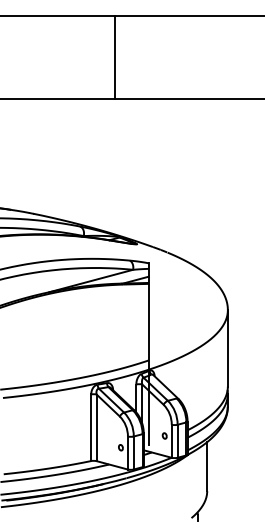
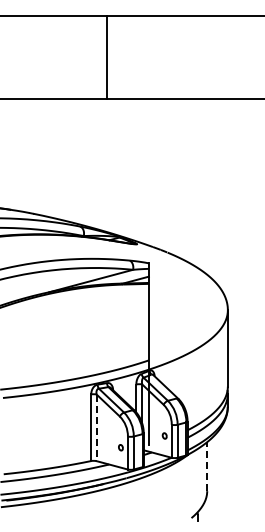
line at (115, 56) position: (115, 56) -> (107, 56)
line at (96, 428): solid -> dashed
line at (207, 466): solid -> dashed
